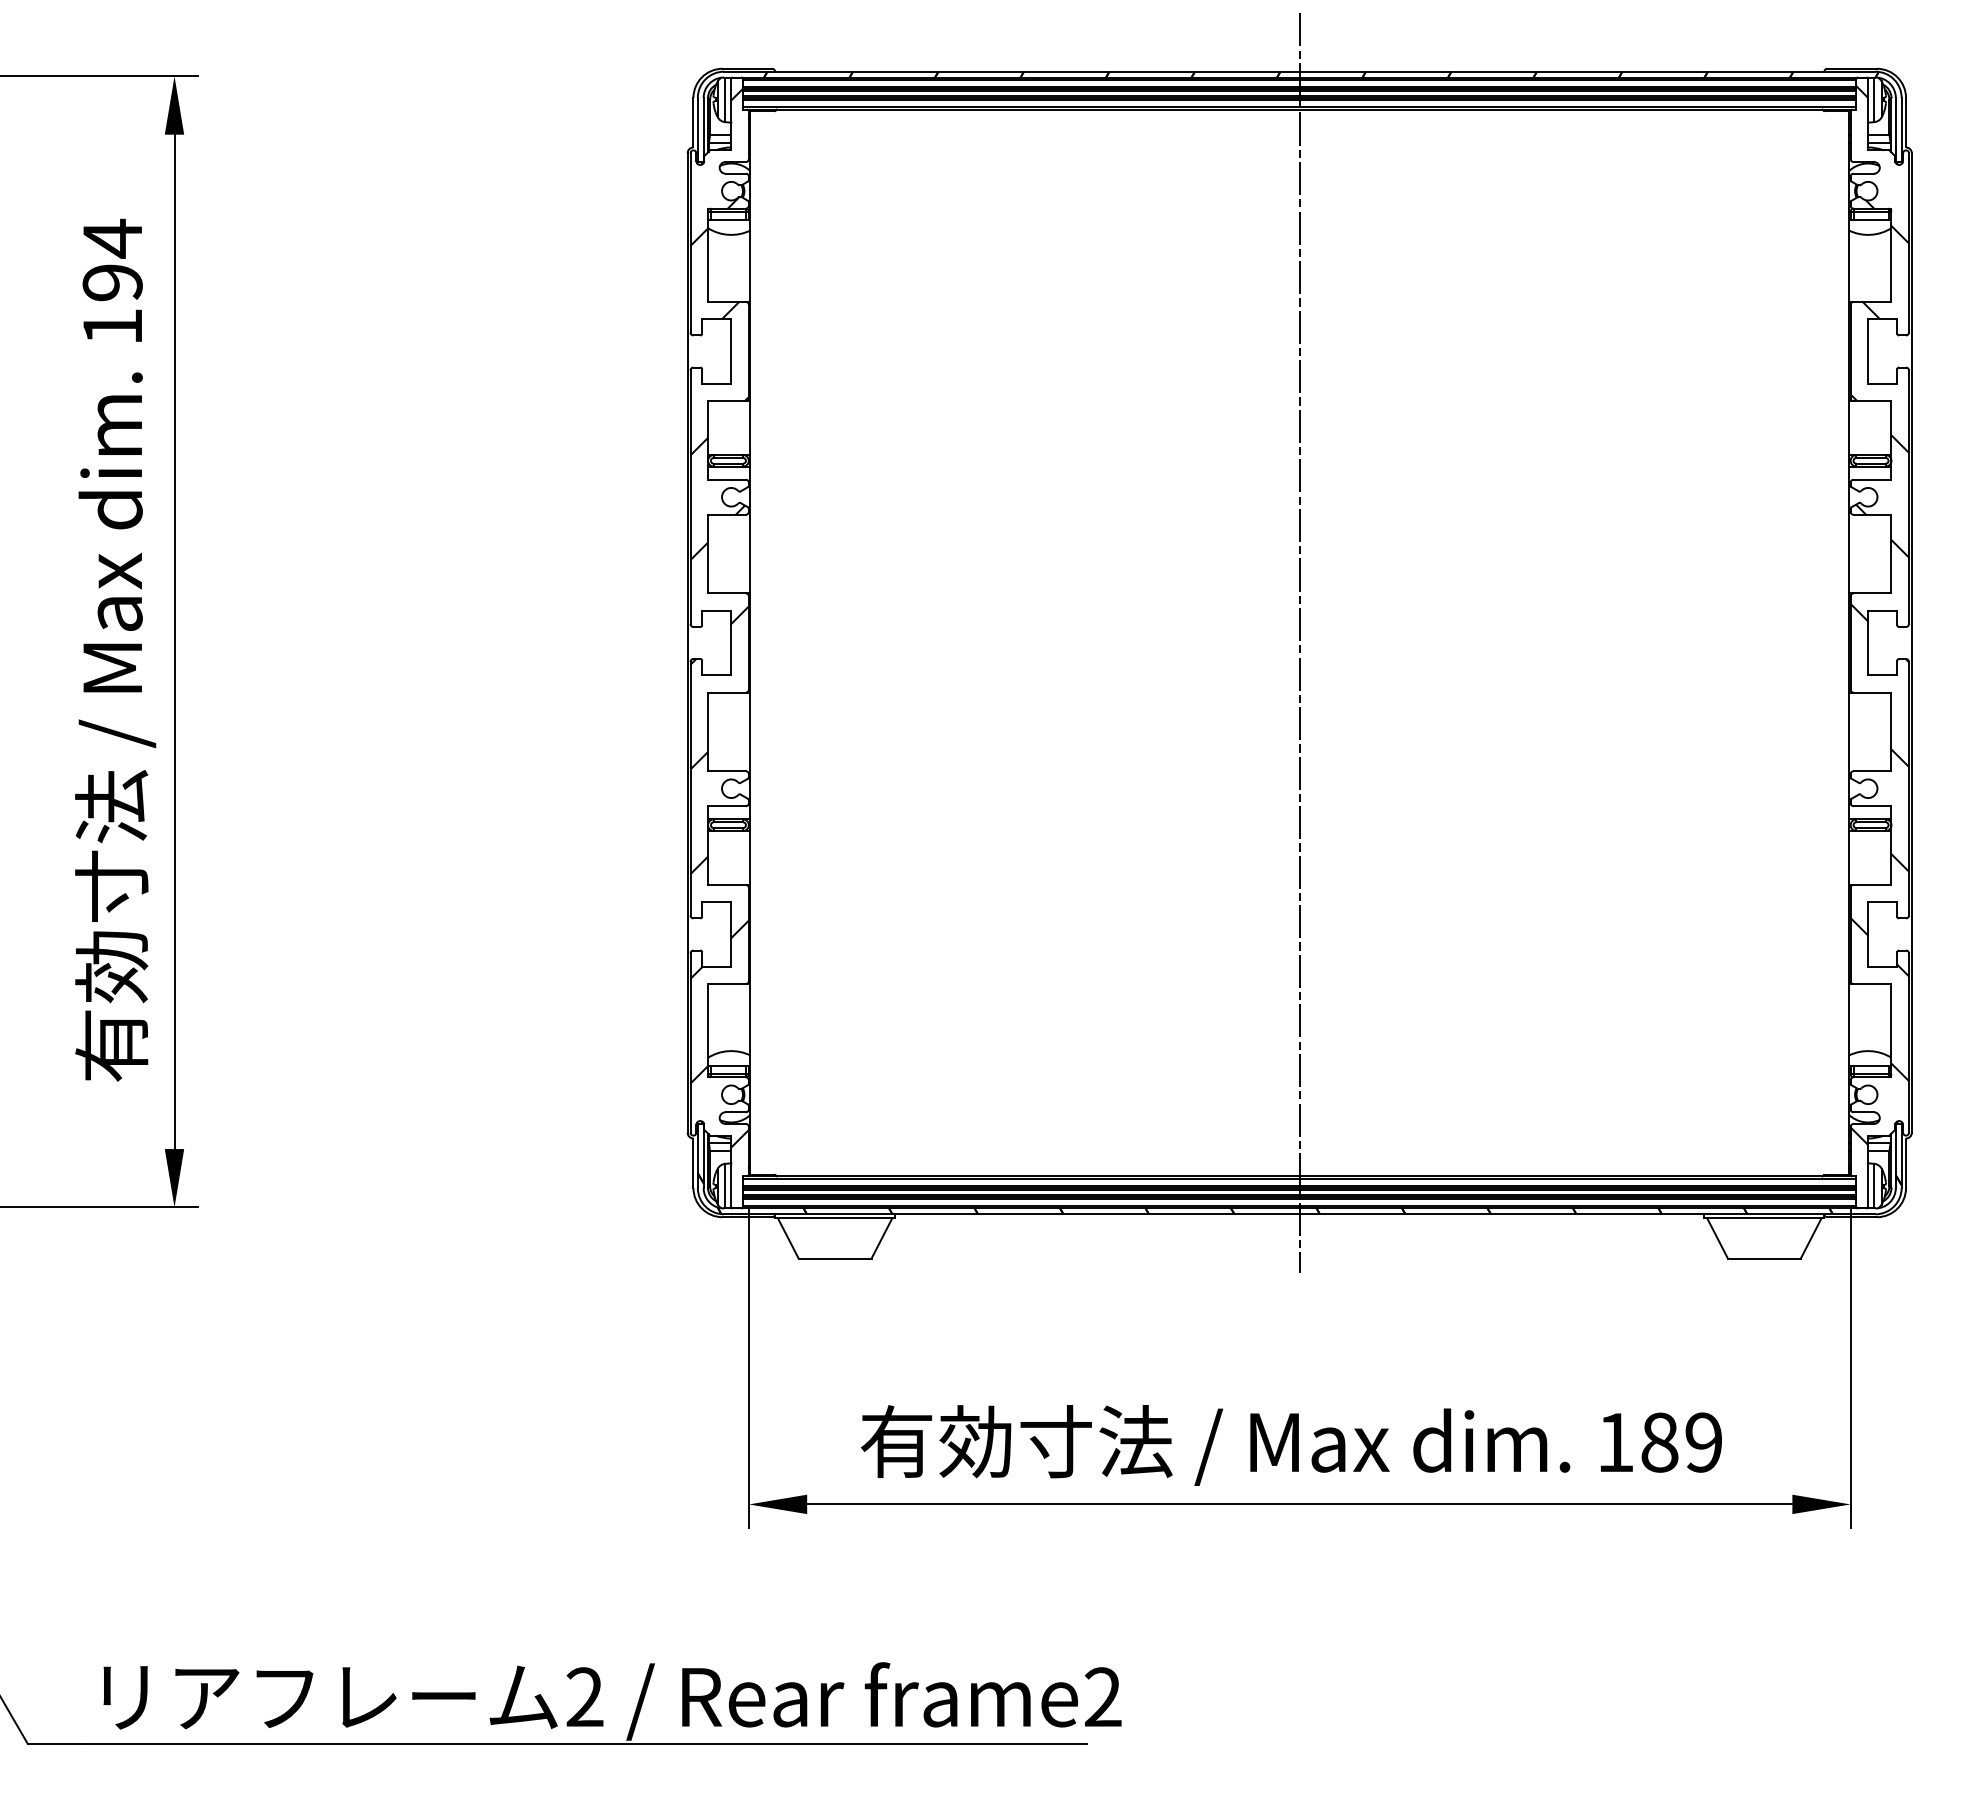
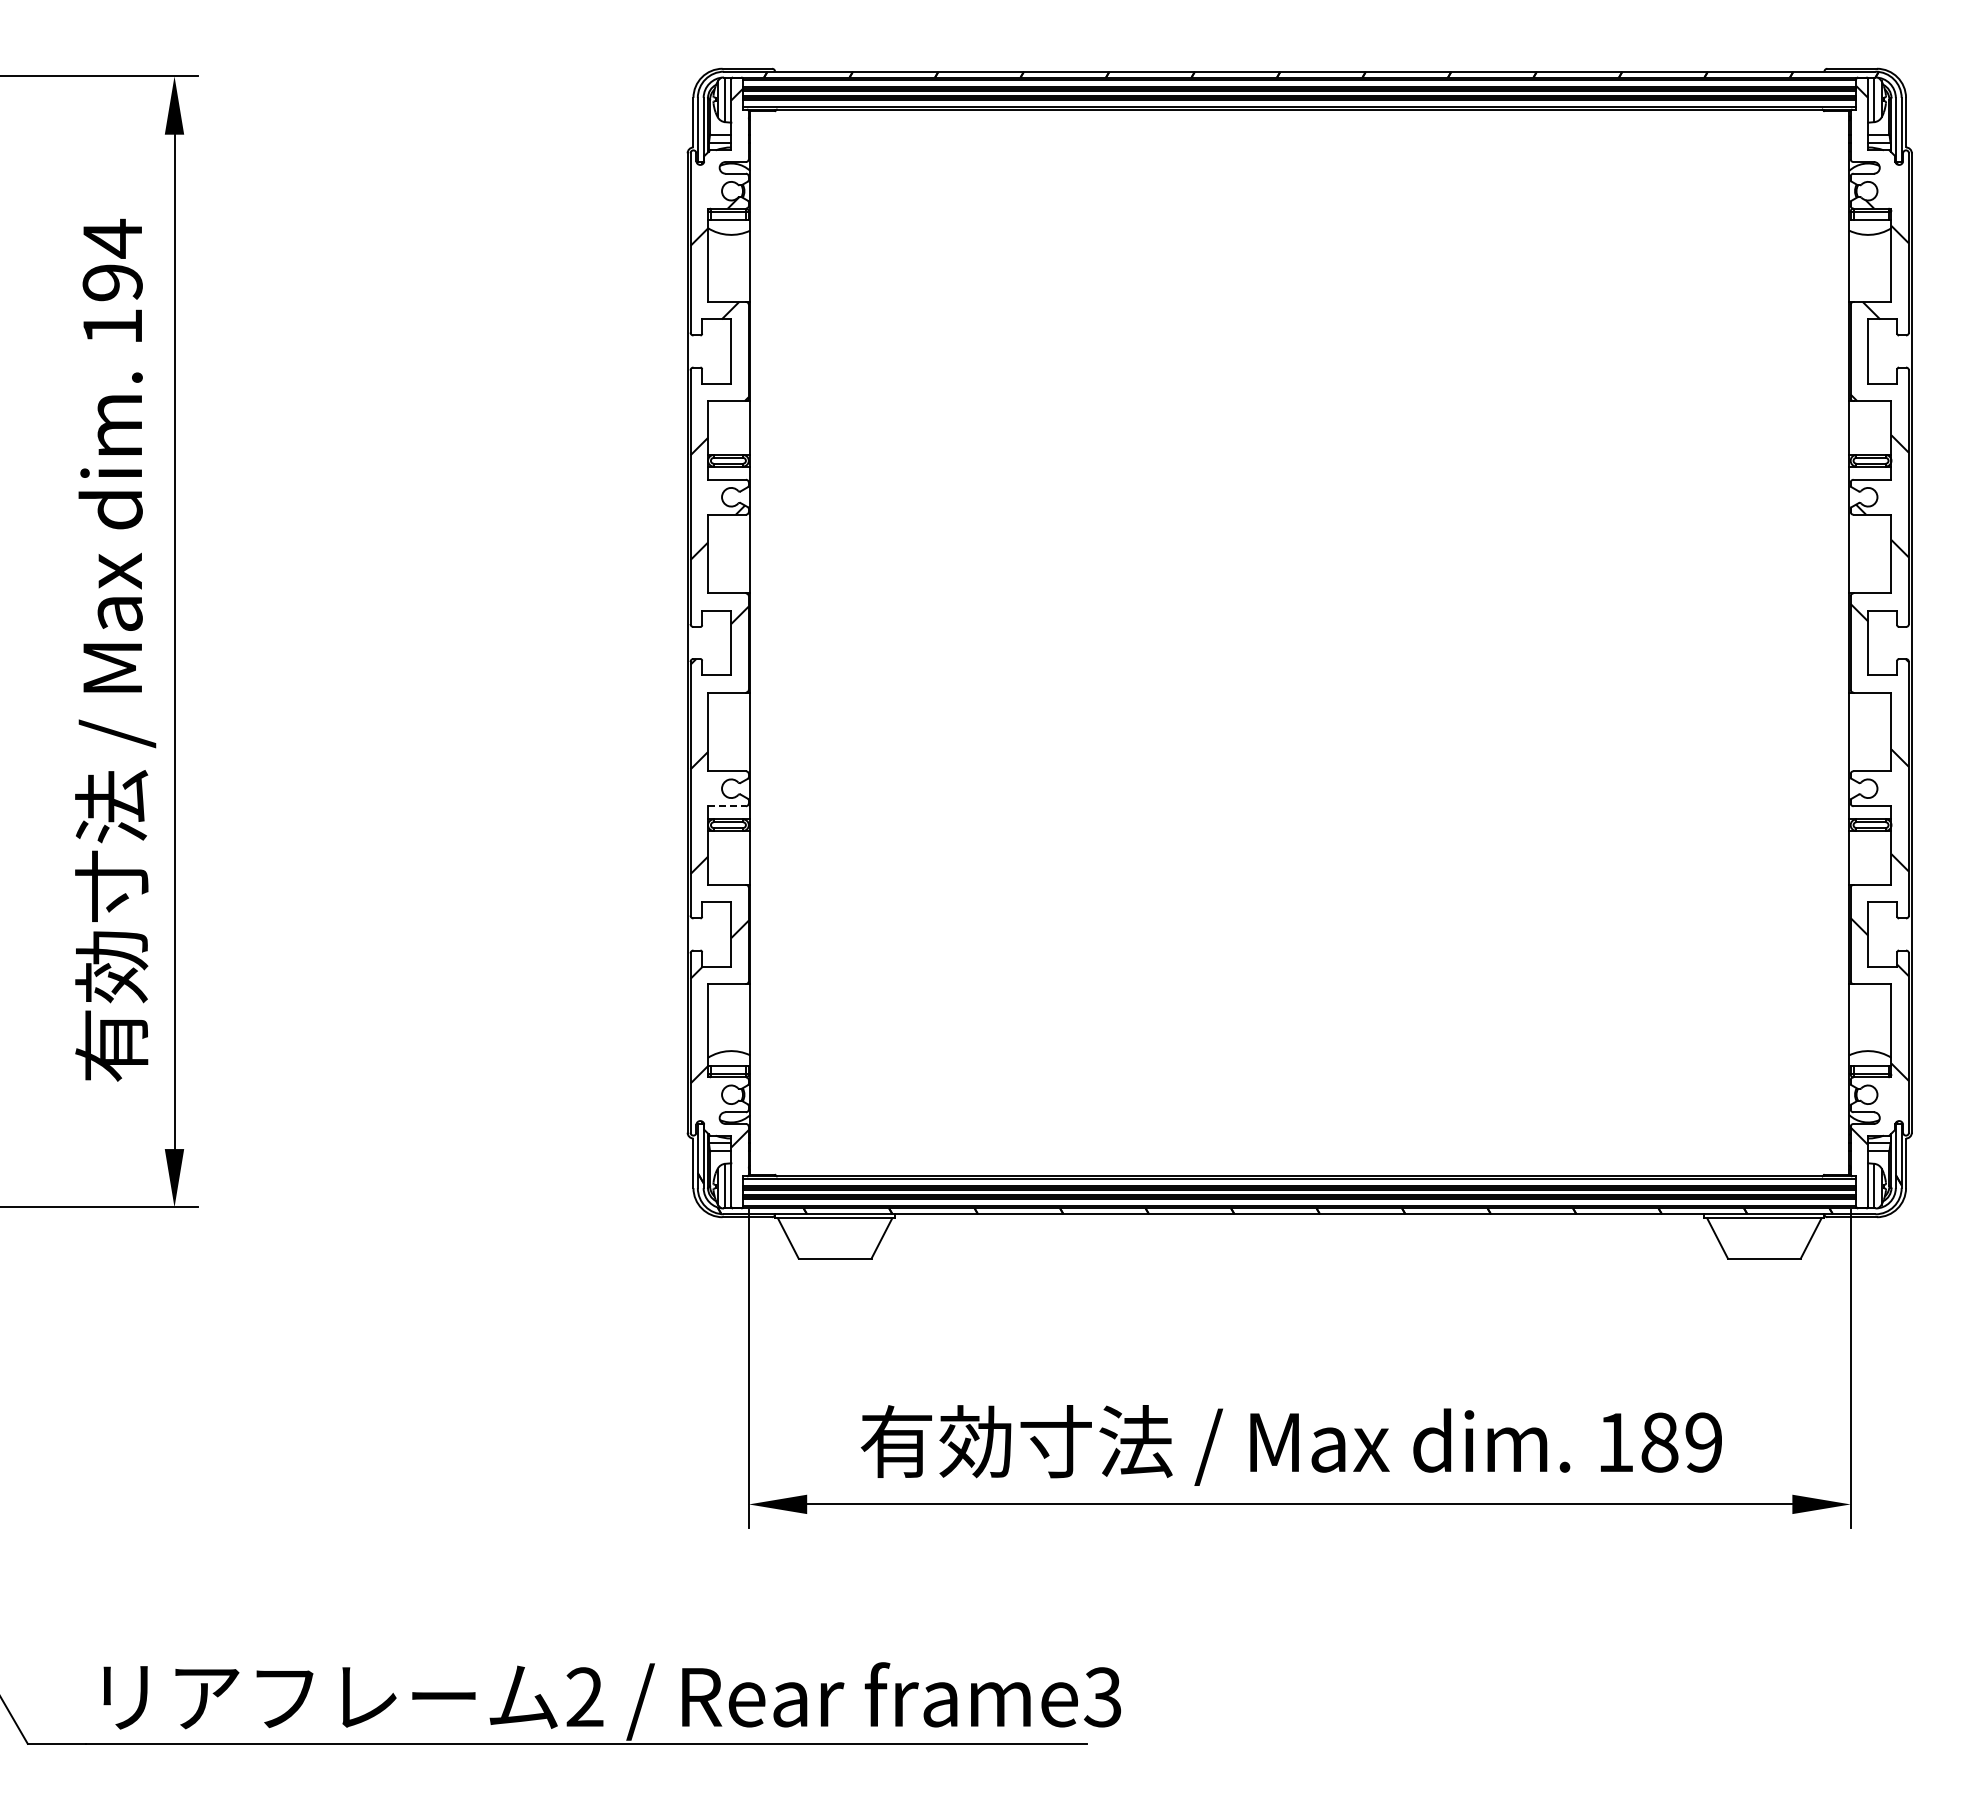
line at (1299, 642): present -> none
line at (726, 806): solid -> dashed
text at (1102, 1697): frame2 -> frame3
